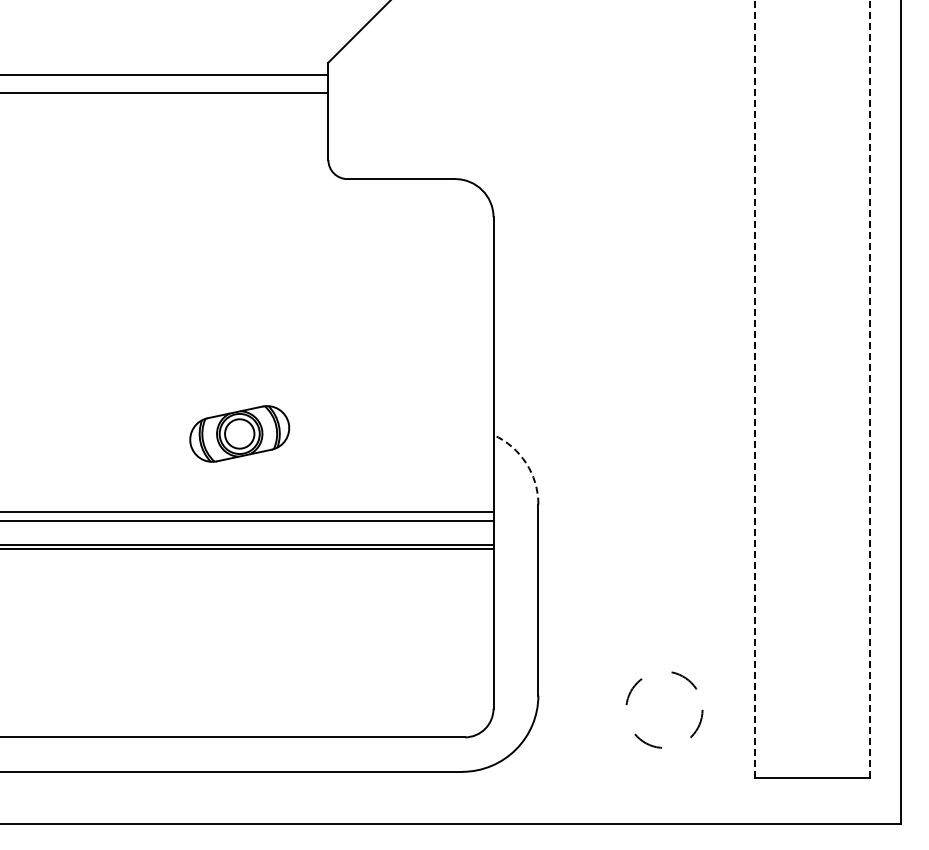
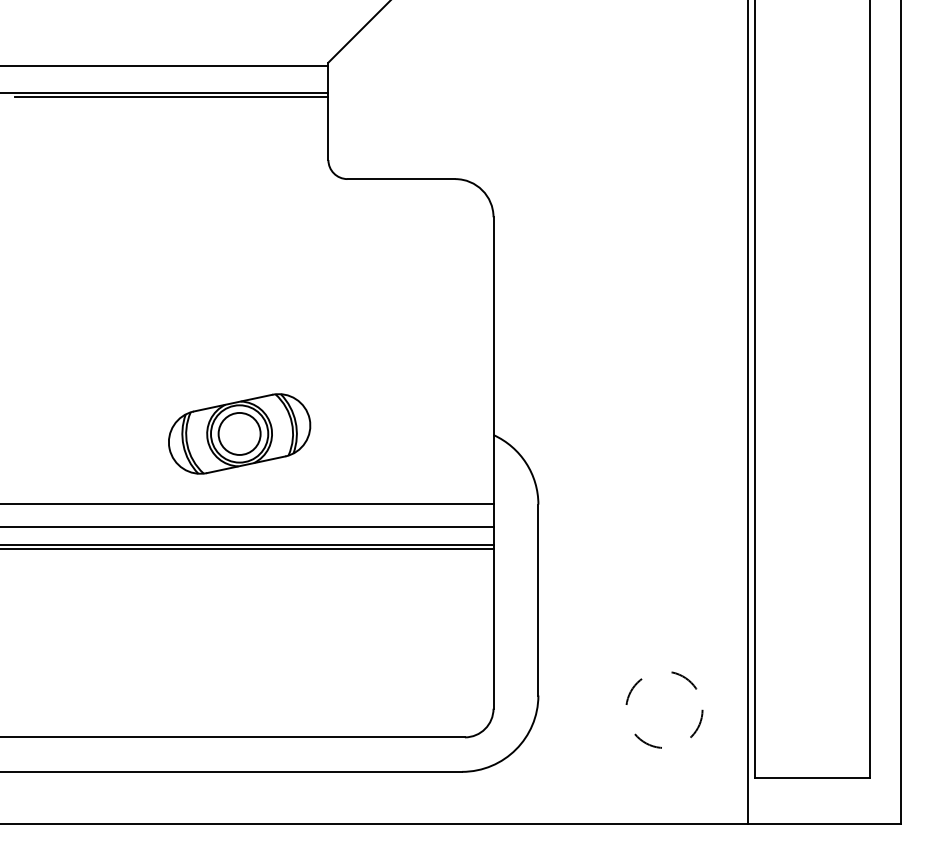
line at (165, 75) position: (165, 75) -> (165, 66)
line at (171, 97): none -> present
line at (755, 388): dashed -> solid
line at (869, 388): dashed -> solid
line at (748, 413): none -> present
part at (239, 433) size: 102x58 px -> 144x82 px
arc at (526, 463): dashed -> solid
line at (247, 511) position: (247, 511) -> (247, 503)
line at (247, 520) position: (247, 520) -> (247, 526)
